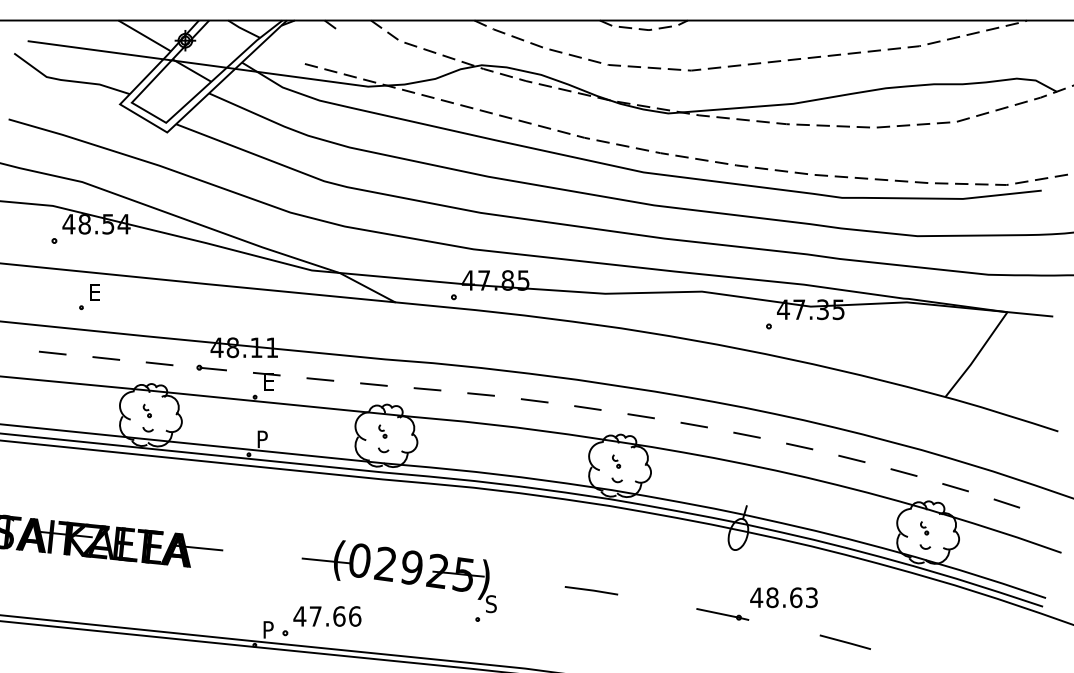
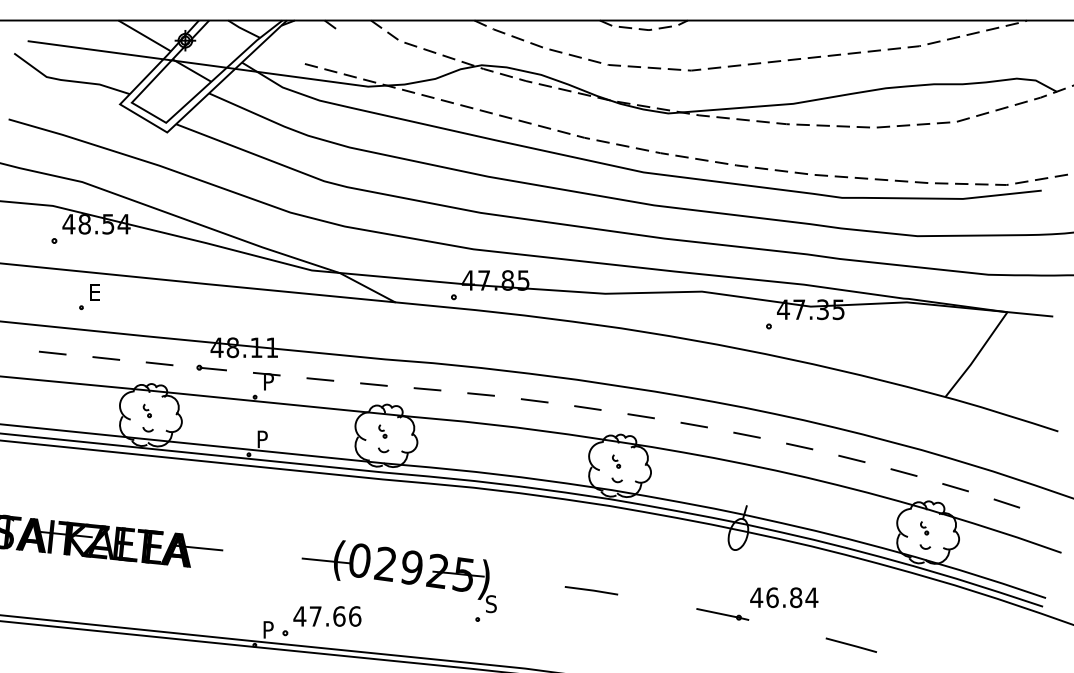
text at (268, 381): E -> P
text at (792, 597): 48.63 -> 46.84
line at (844, 641) position: (844, 641) -> (850, 644)
